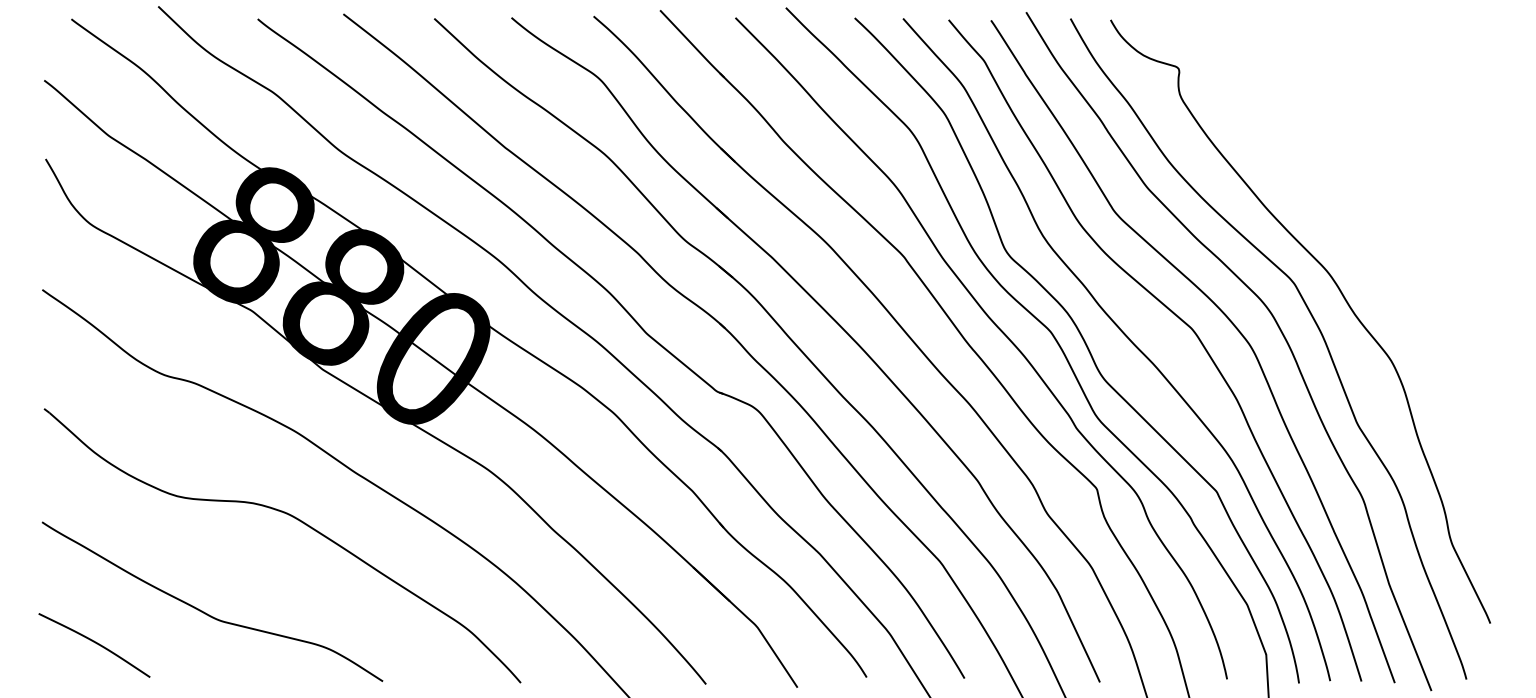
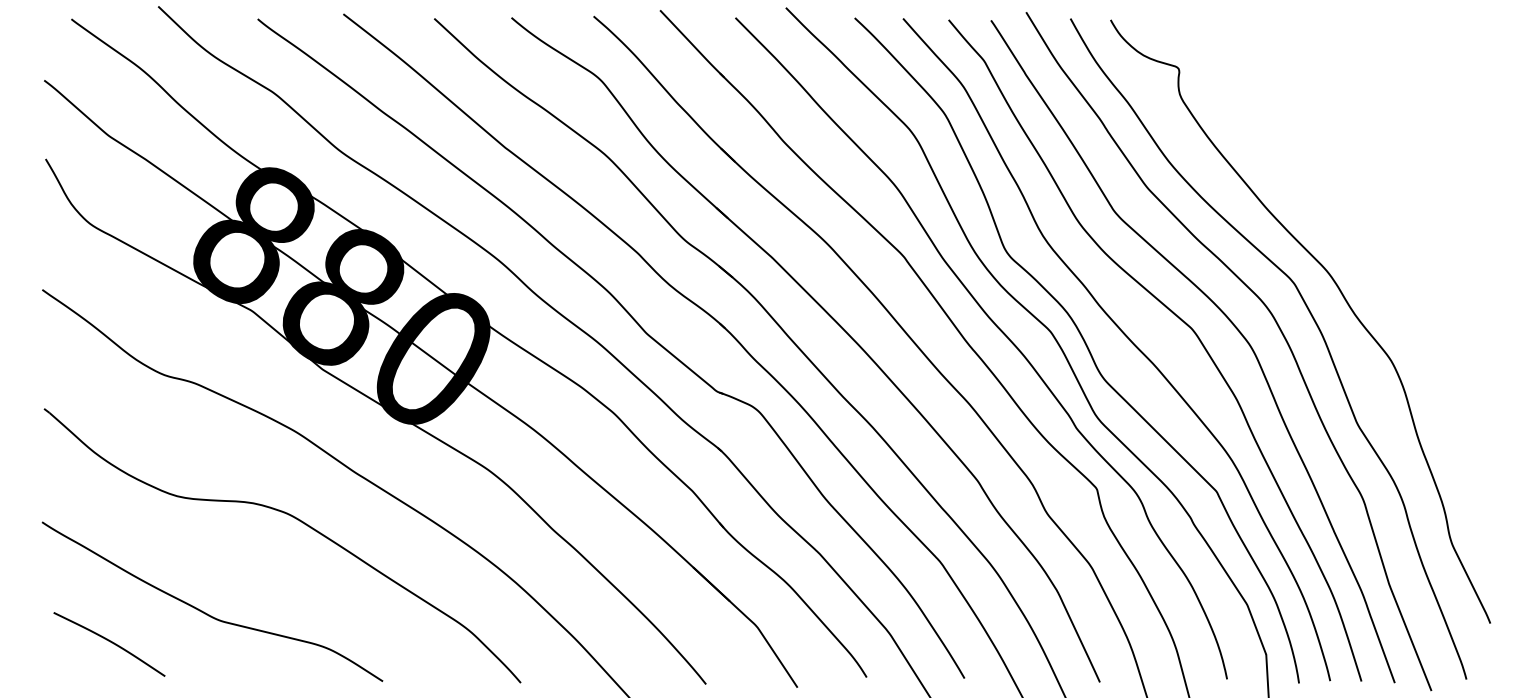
curve at (95, 643) position: (95, 643) -> (110, 642)
